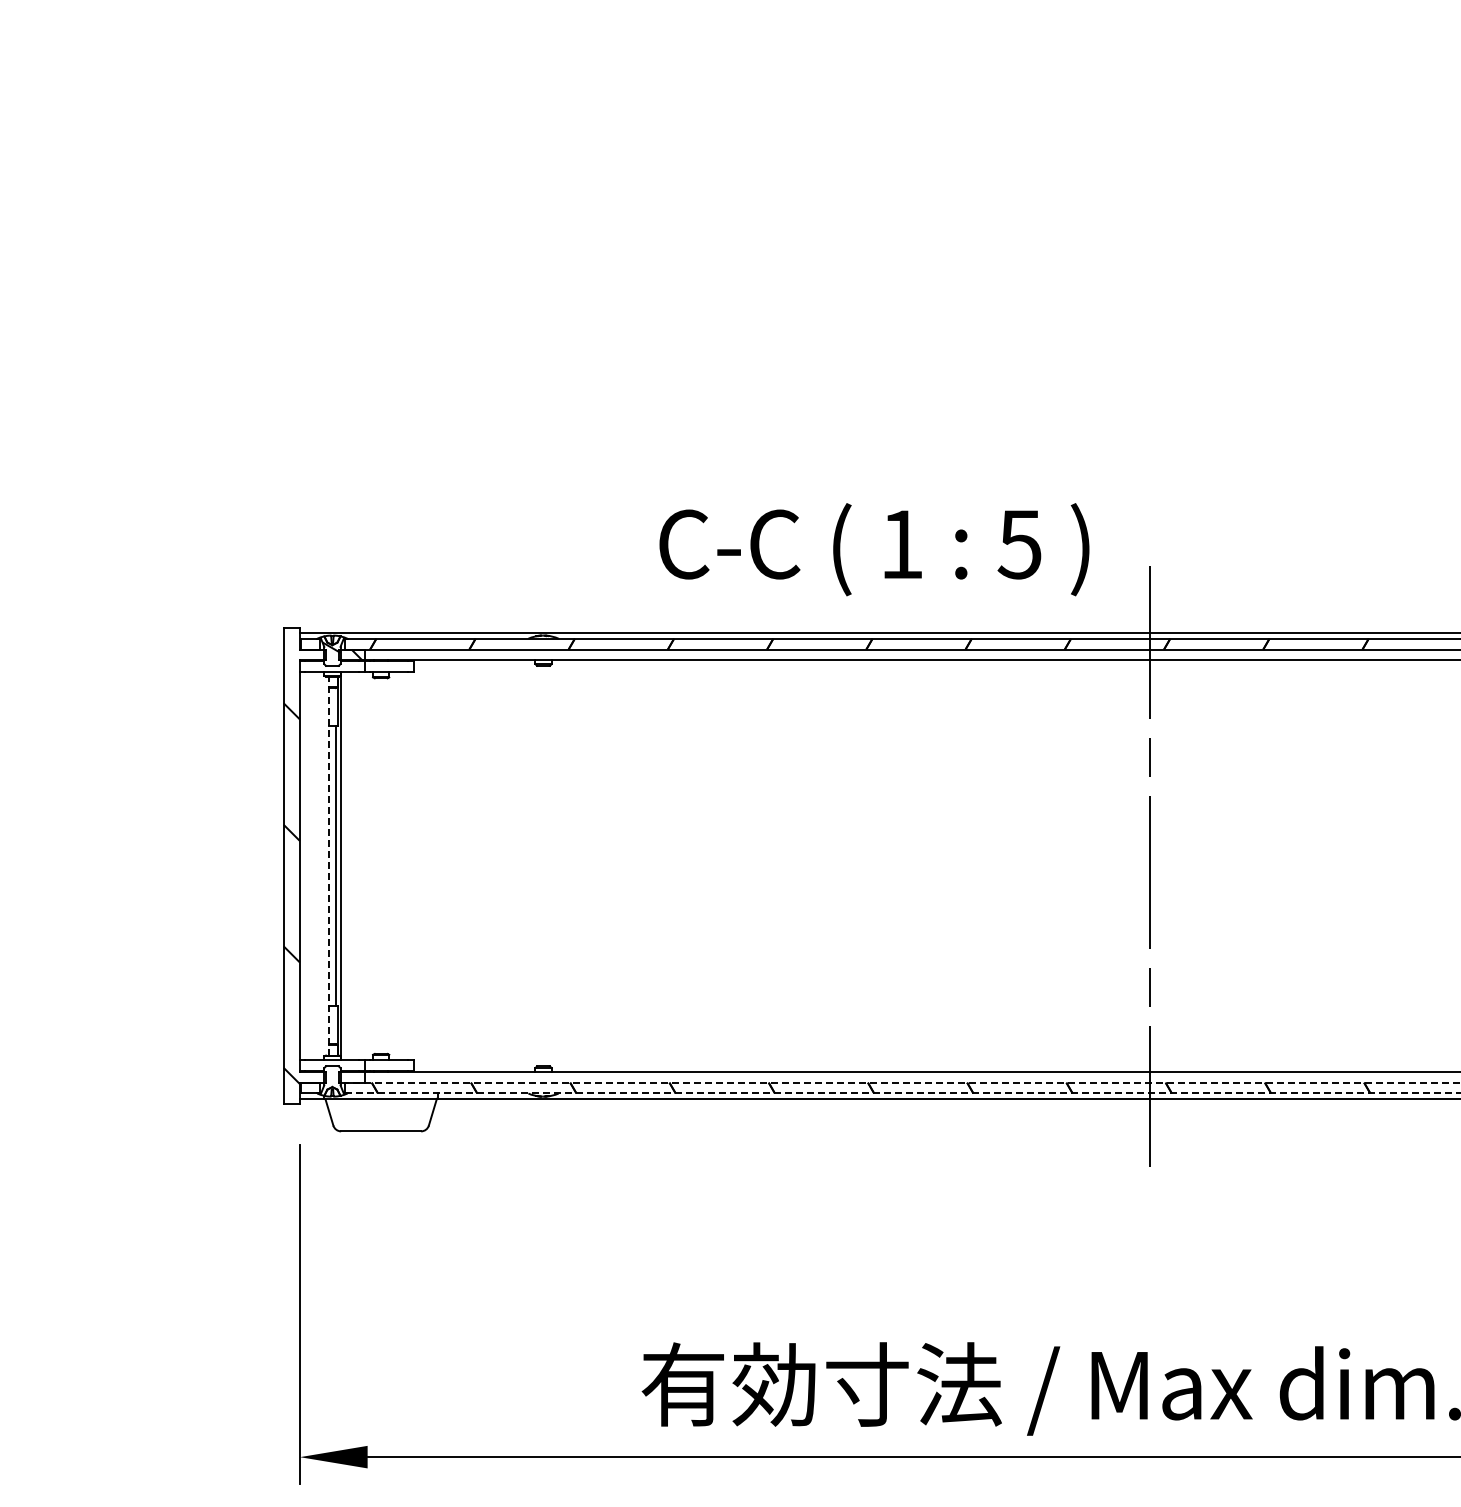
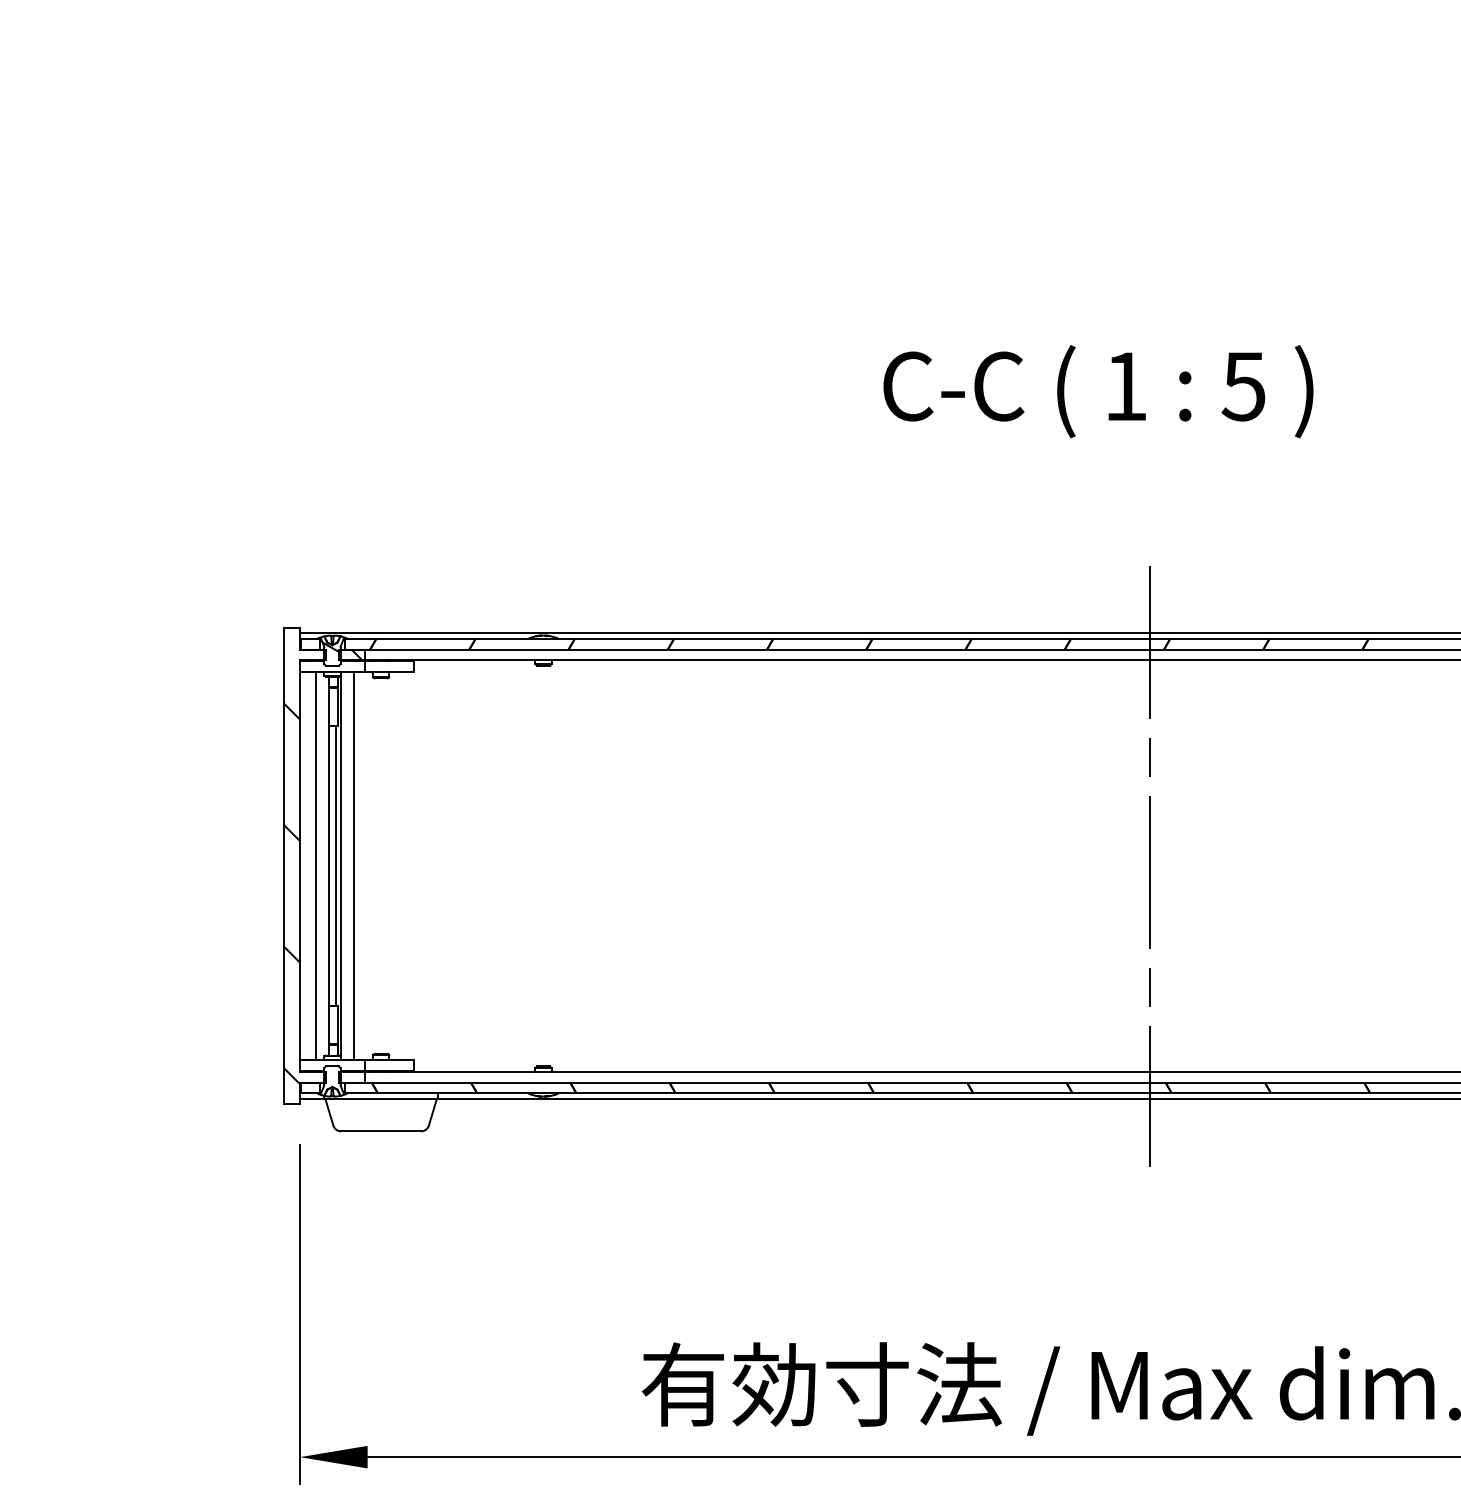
text at (874, 549) position: (874, 549) -> (1098, 391)
line at (316, 865): none -> present
line at (329, 865): dashed -> solid
line at (354, 865): none -> present
line at (902, 1082): dashed -> solid
line at (902, 1093): dashed -> solid
